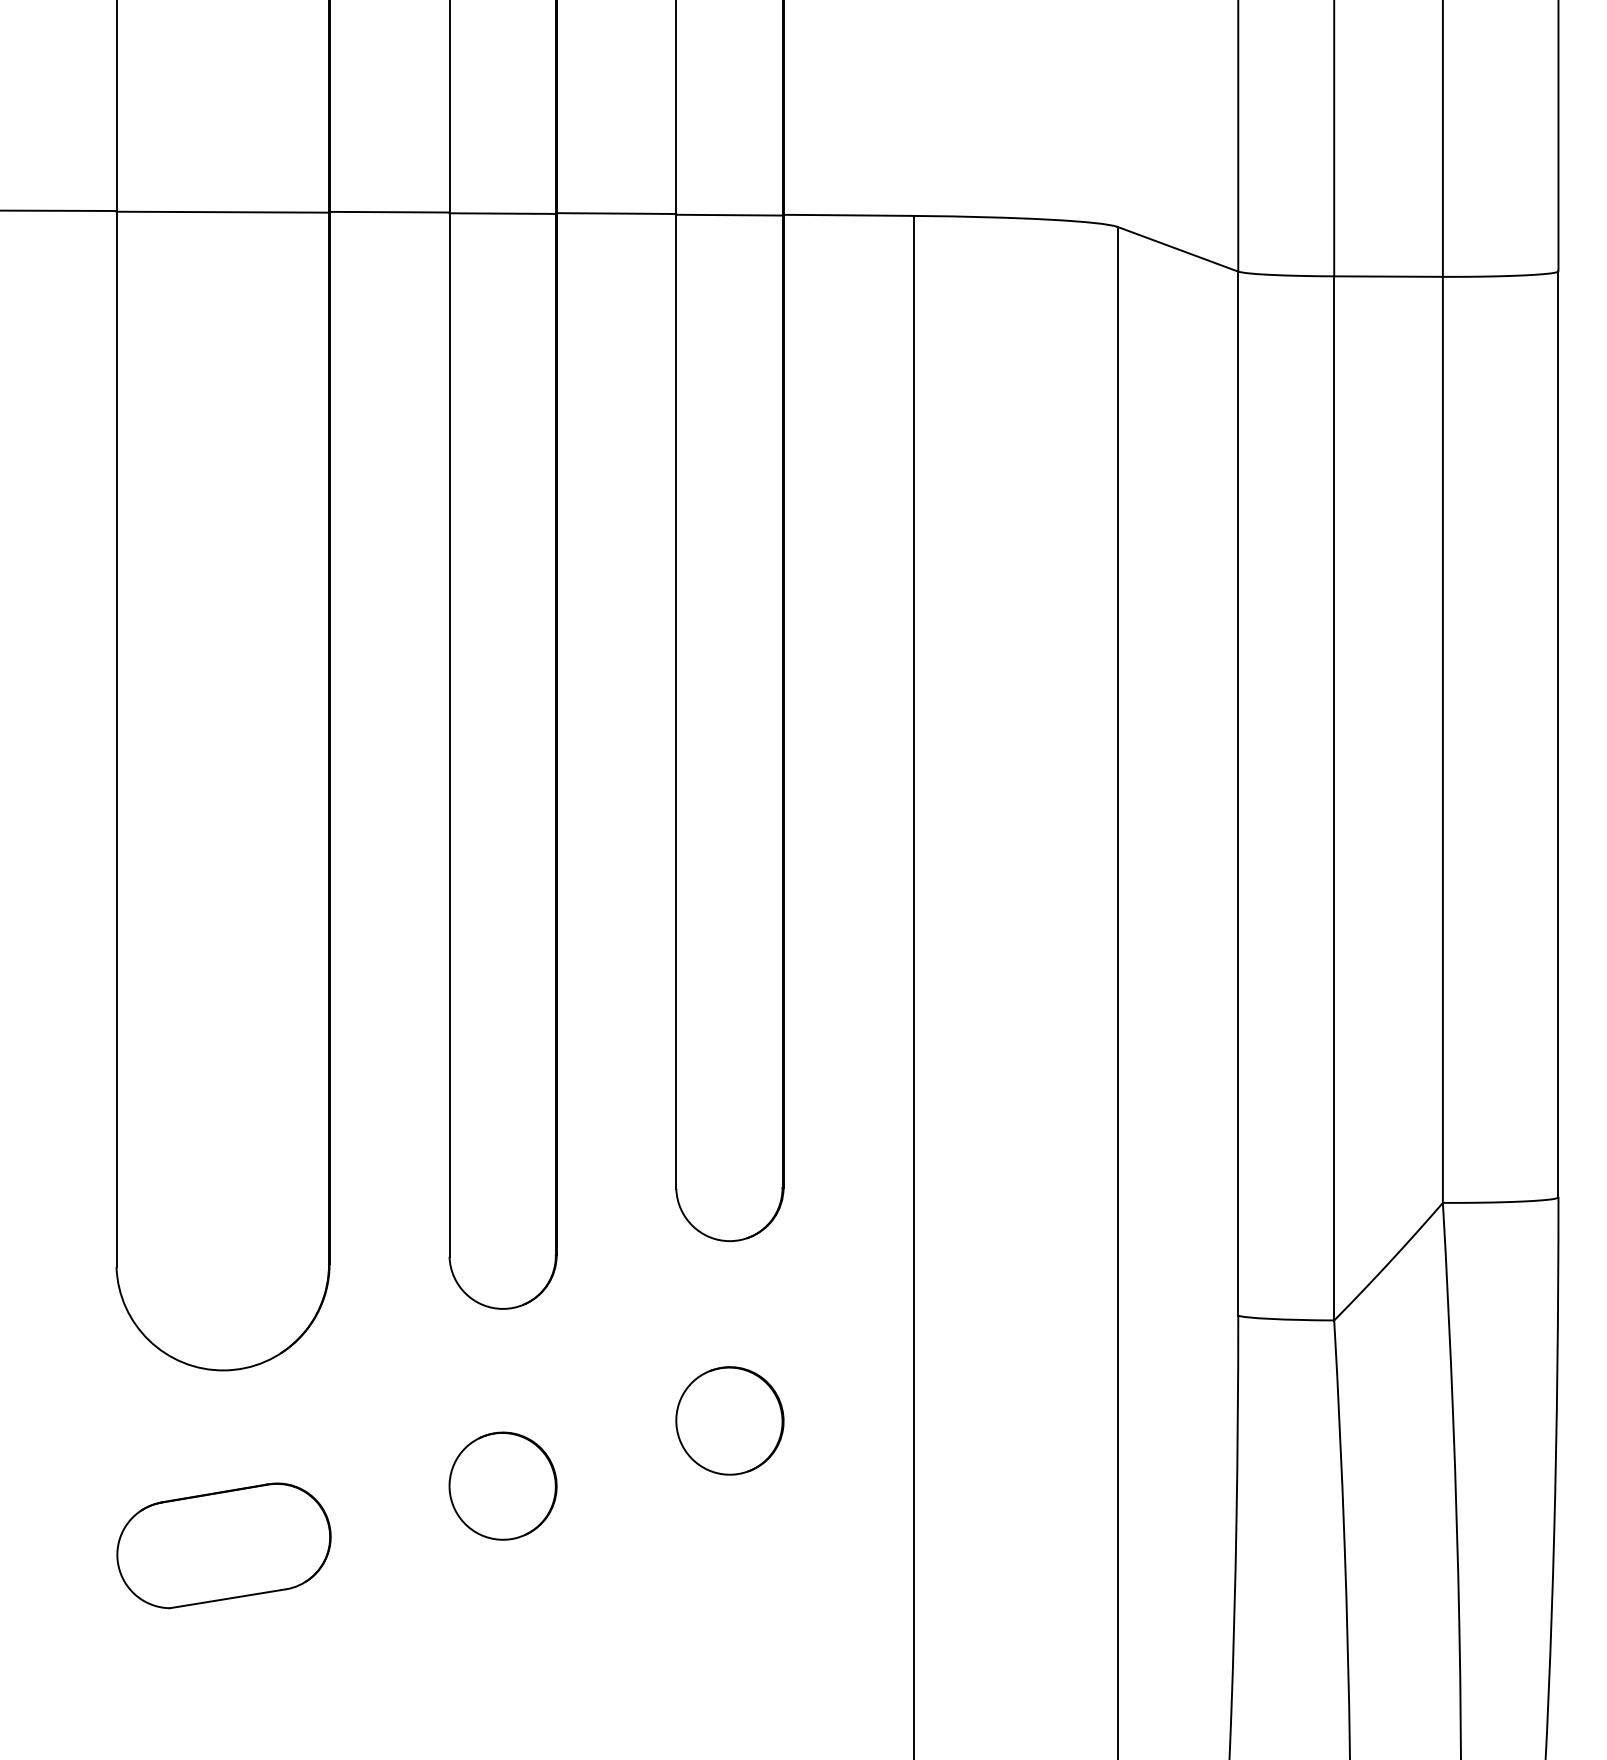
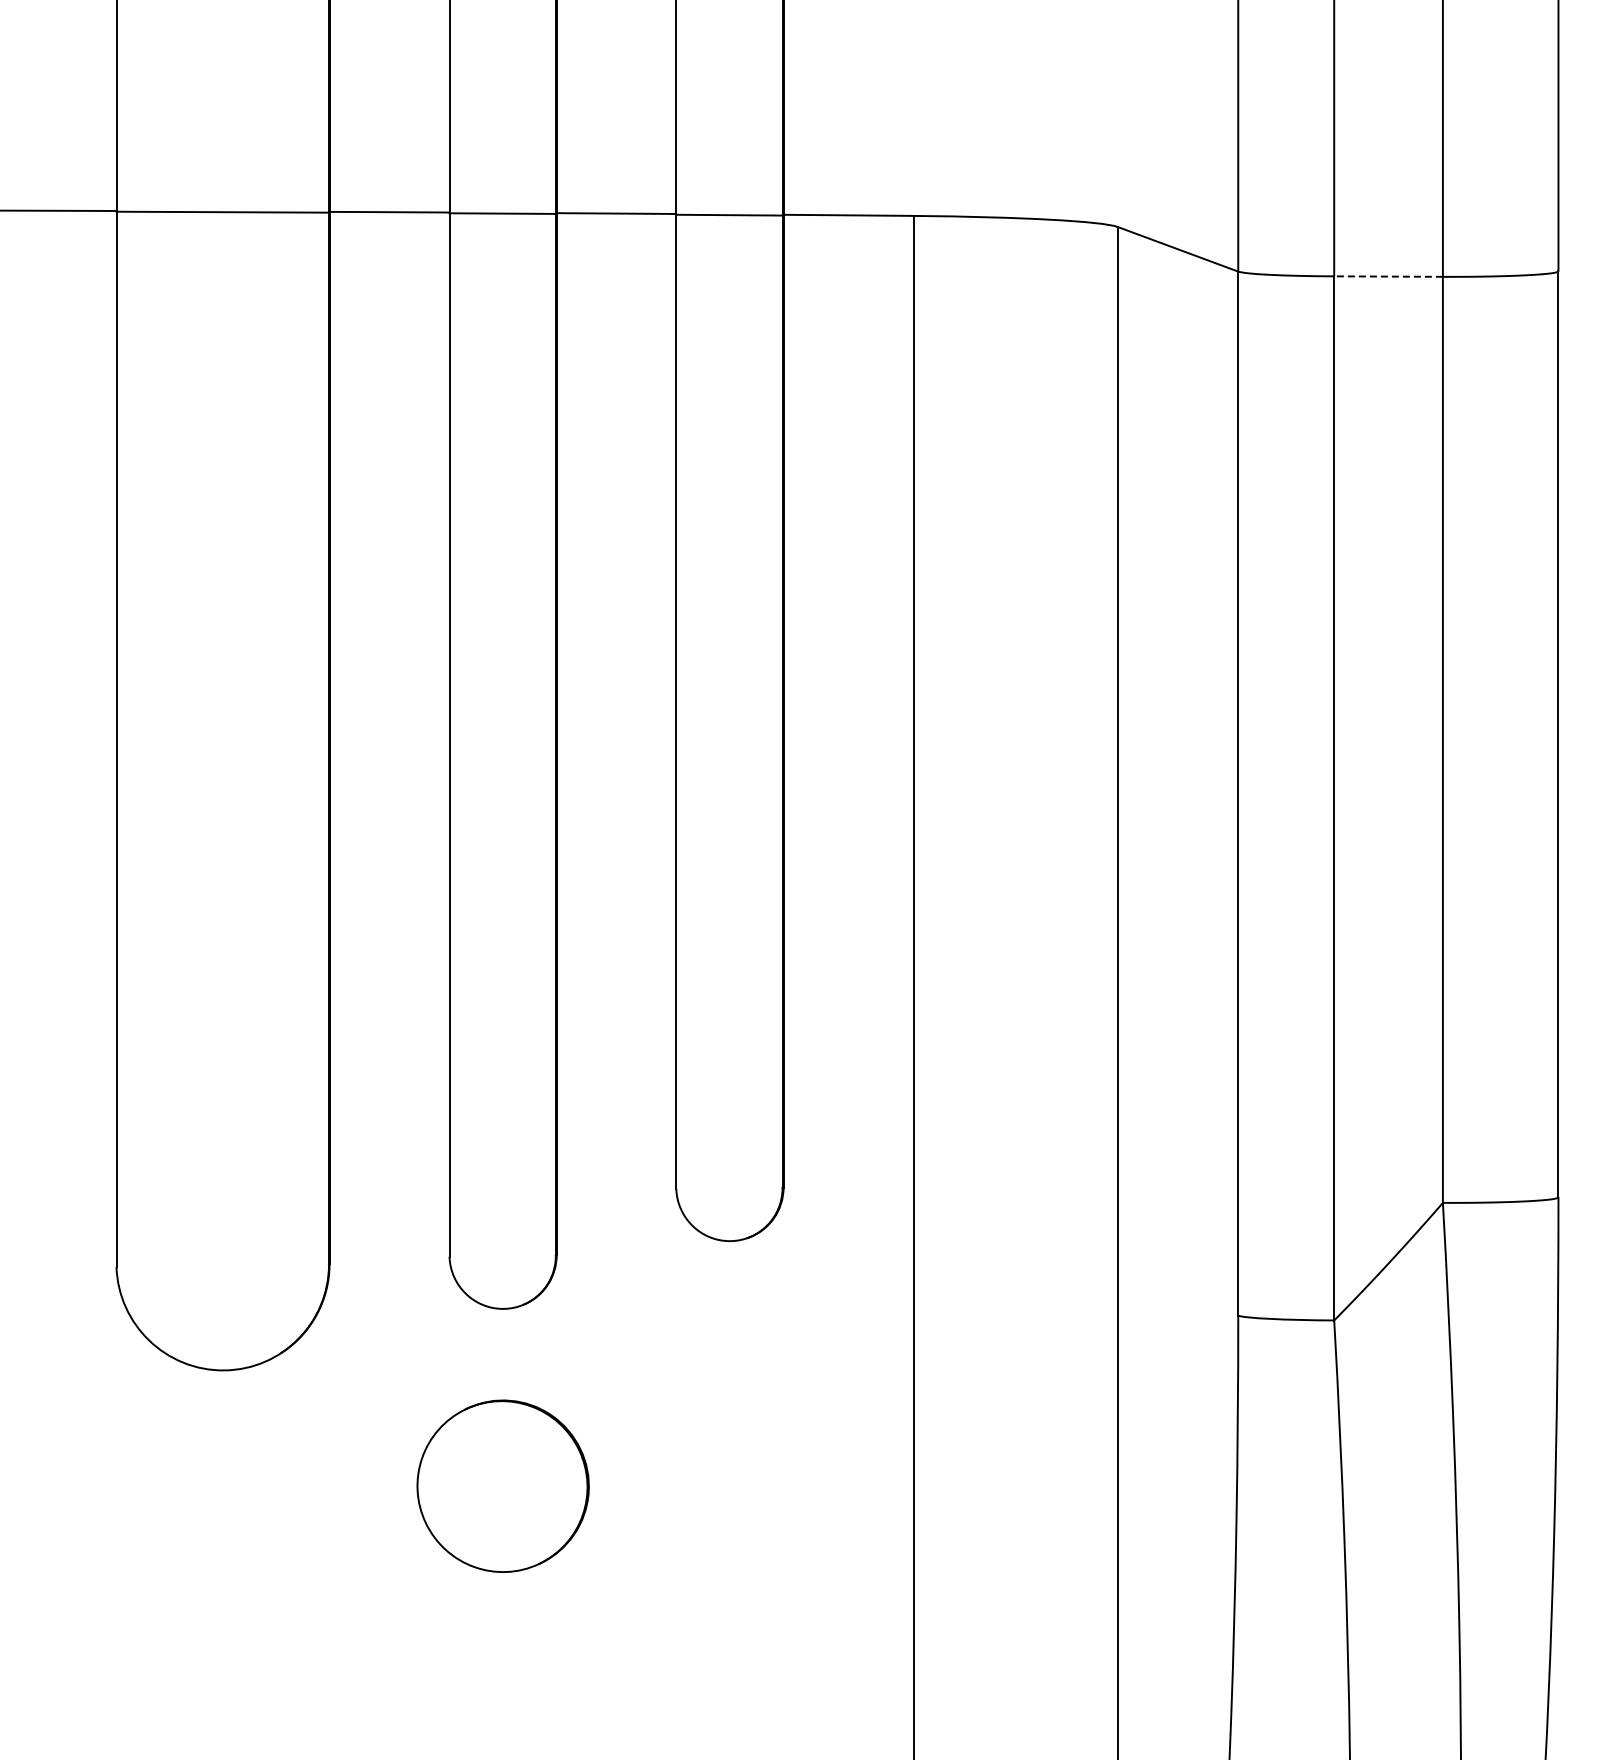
line at (1388, 276): solid -> dashed
part at (729, 1420): present -> none
part at (502, 1485) size: 110x110 px -> 174x174 px
part at (223, 1545): present -> none
